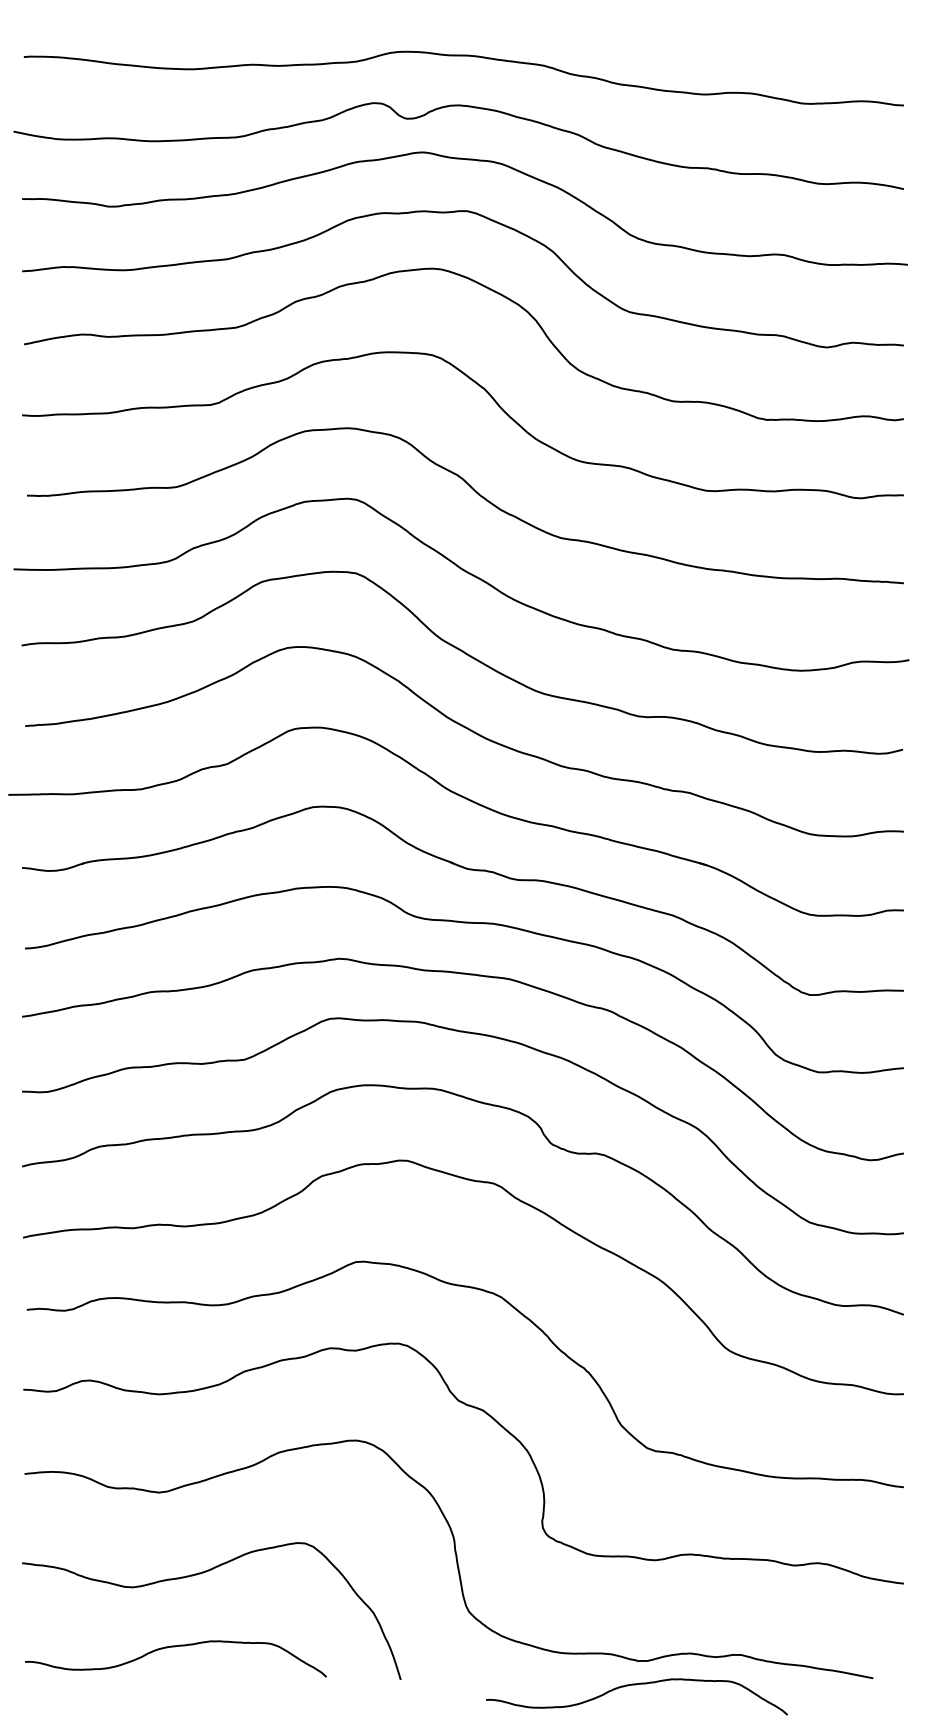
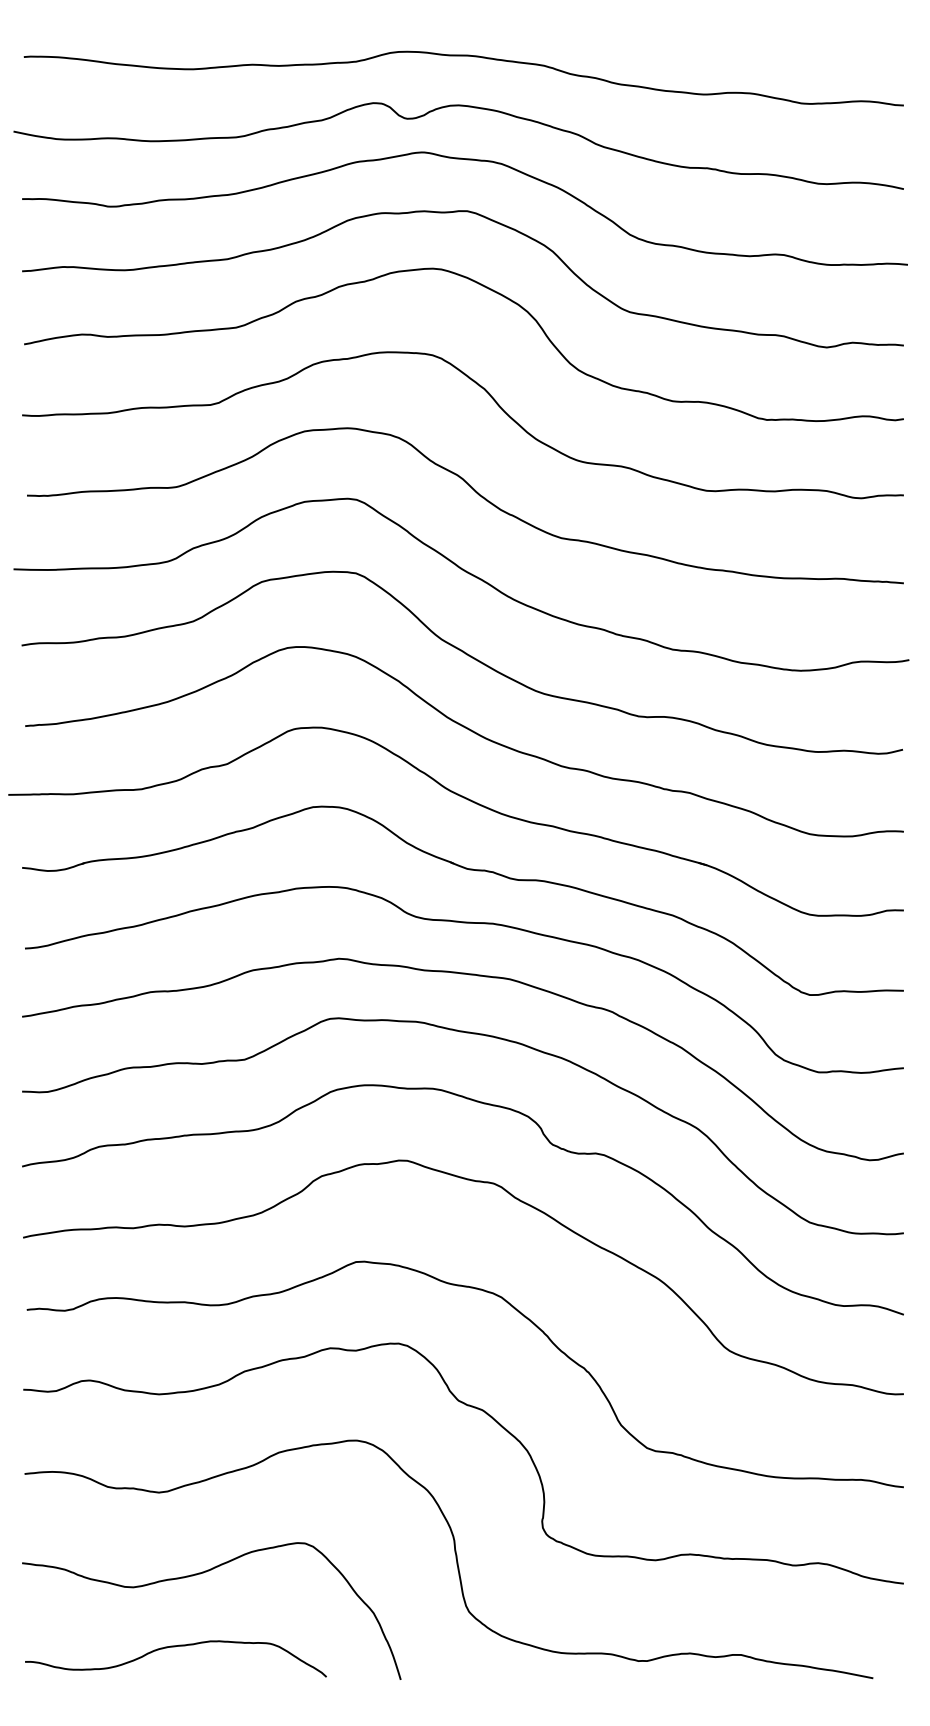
curve at (636, 1685): present -> none
